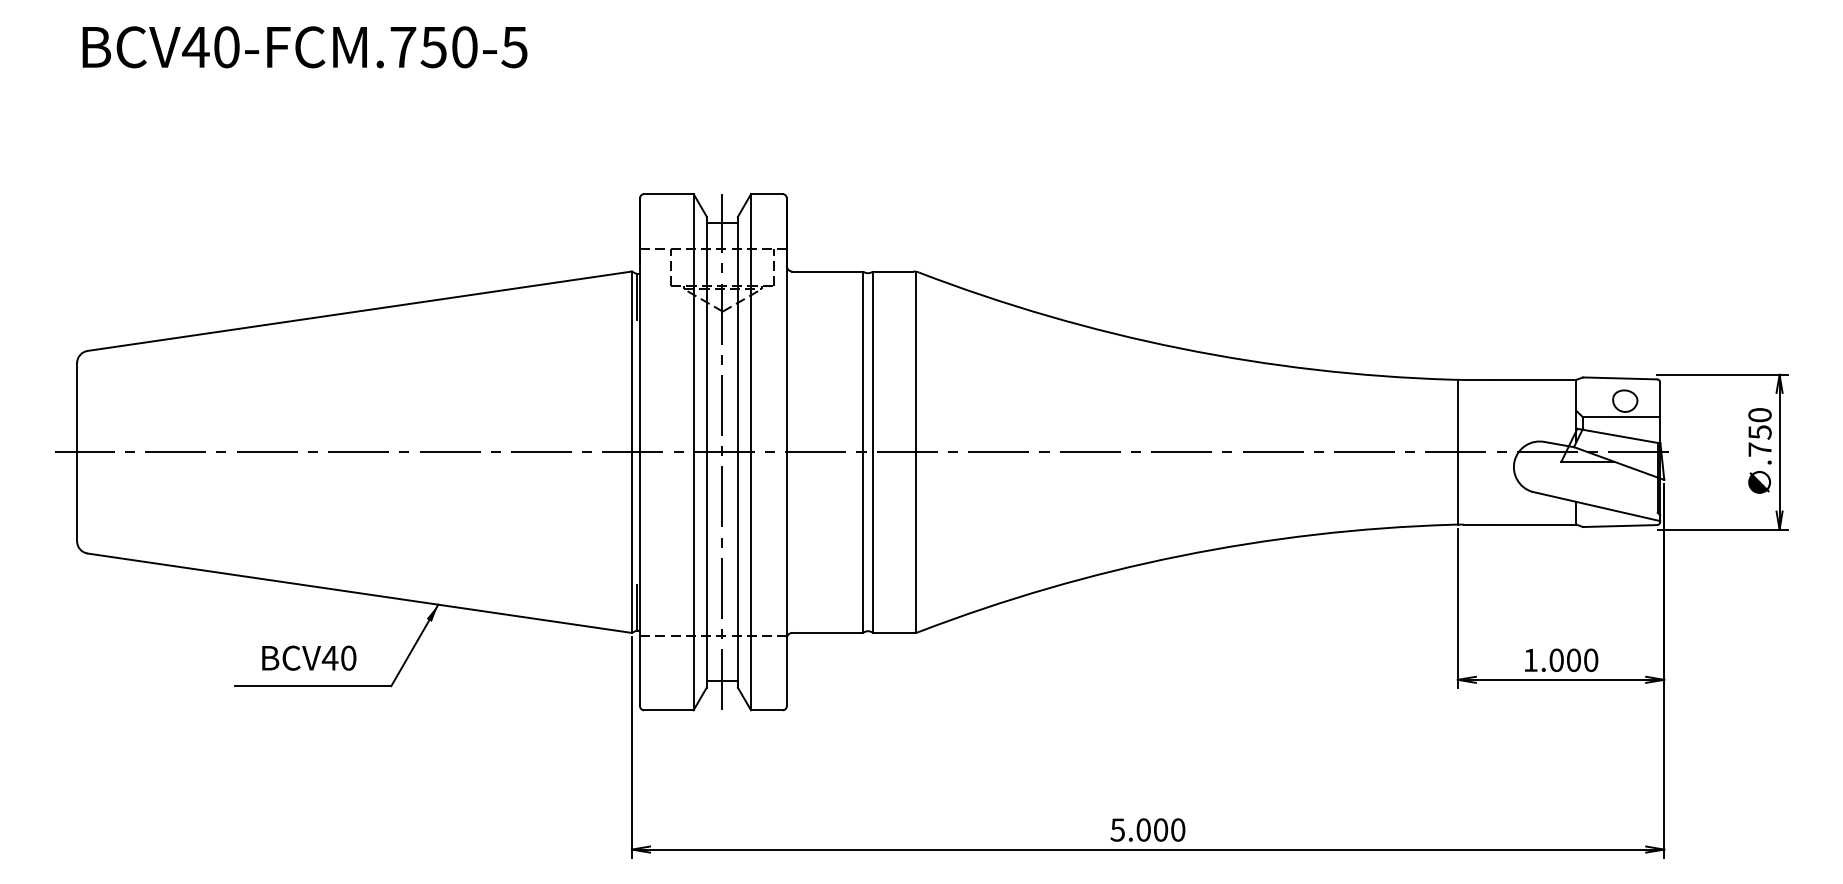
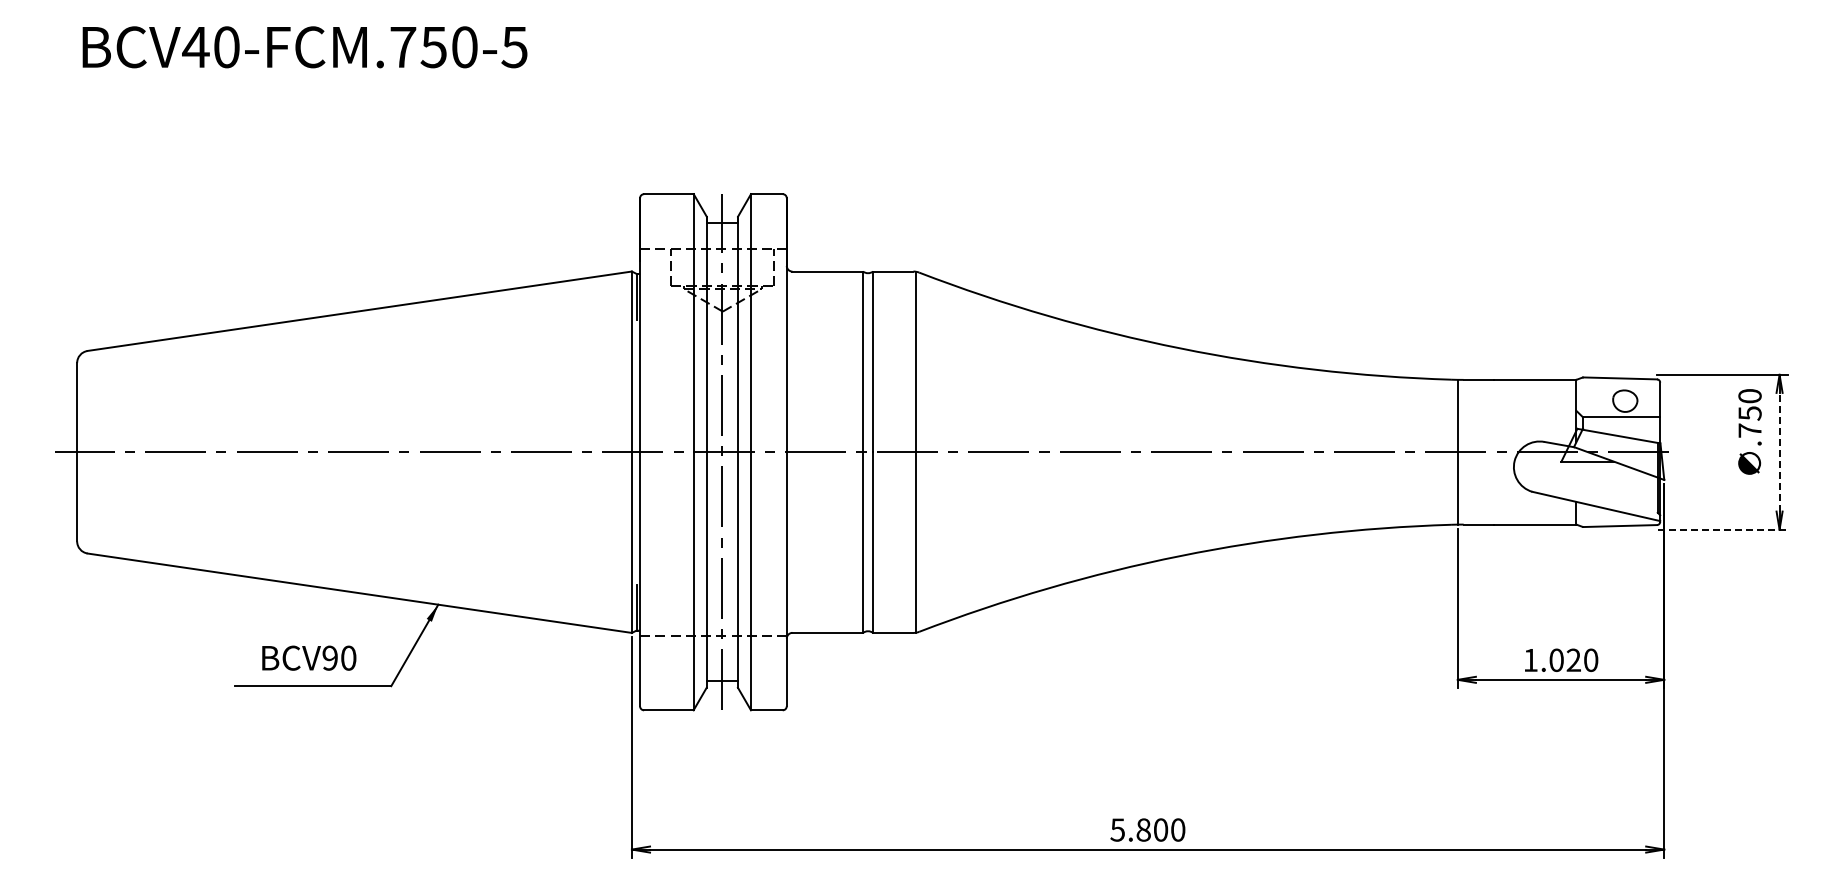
text at (1759, 450) position: (1759, 450) -> (1749, 431)
line at (1779, 451): solid -> dashed
line at (1722, 529): solid -> dashed
text at (329, 657): BCV40 -> BCV90
text at (1573, 659): 1.000 -> 1.020
text at (1143, 829): 5.000 -> 5.800
